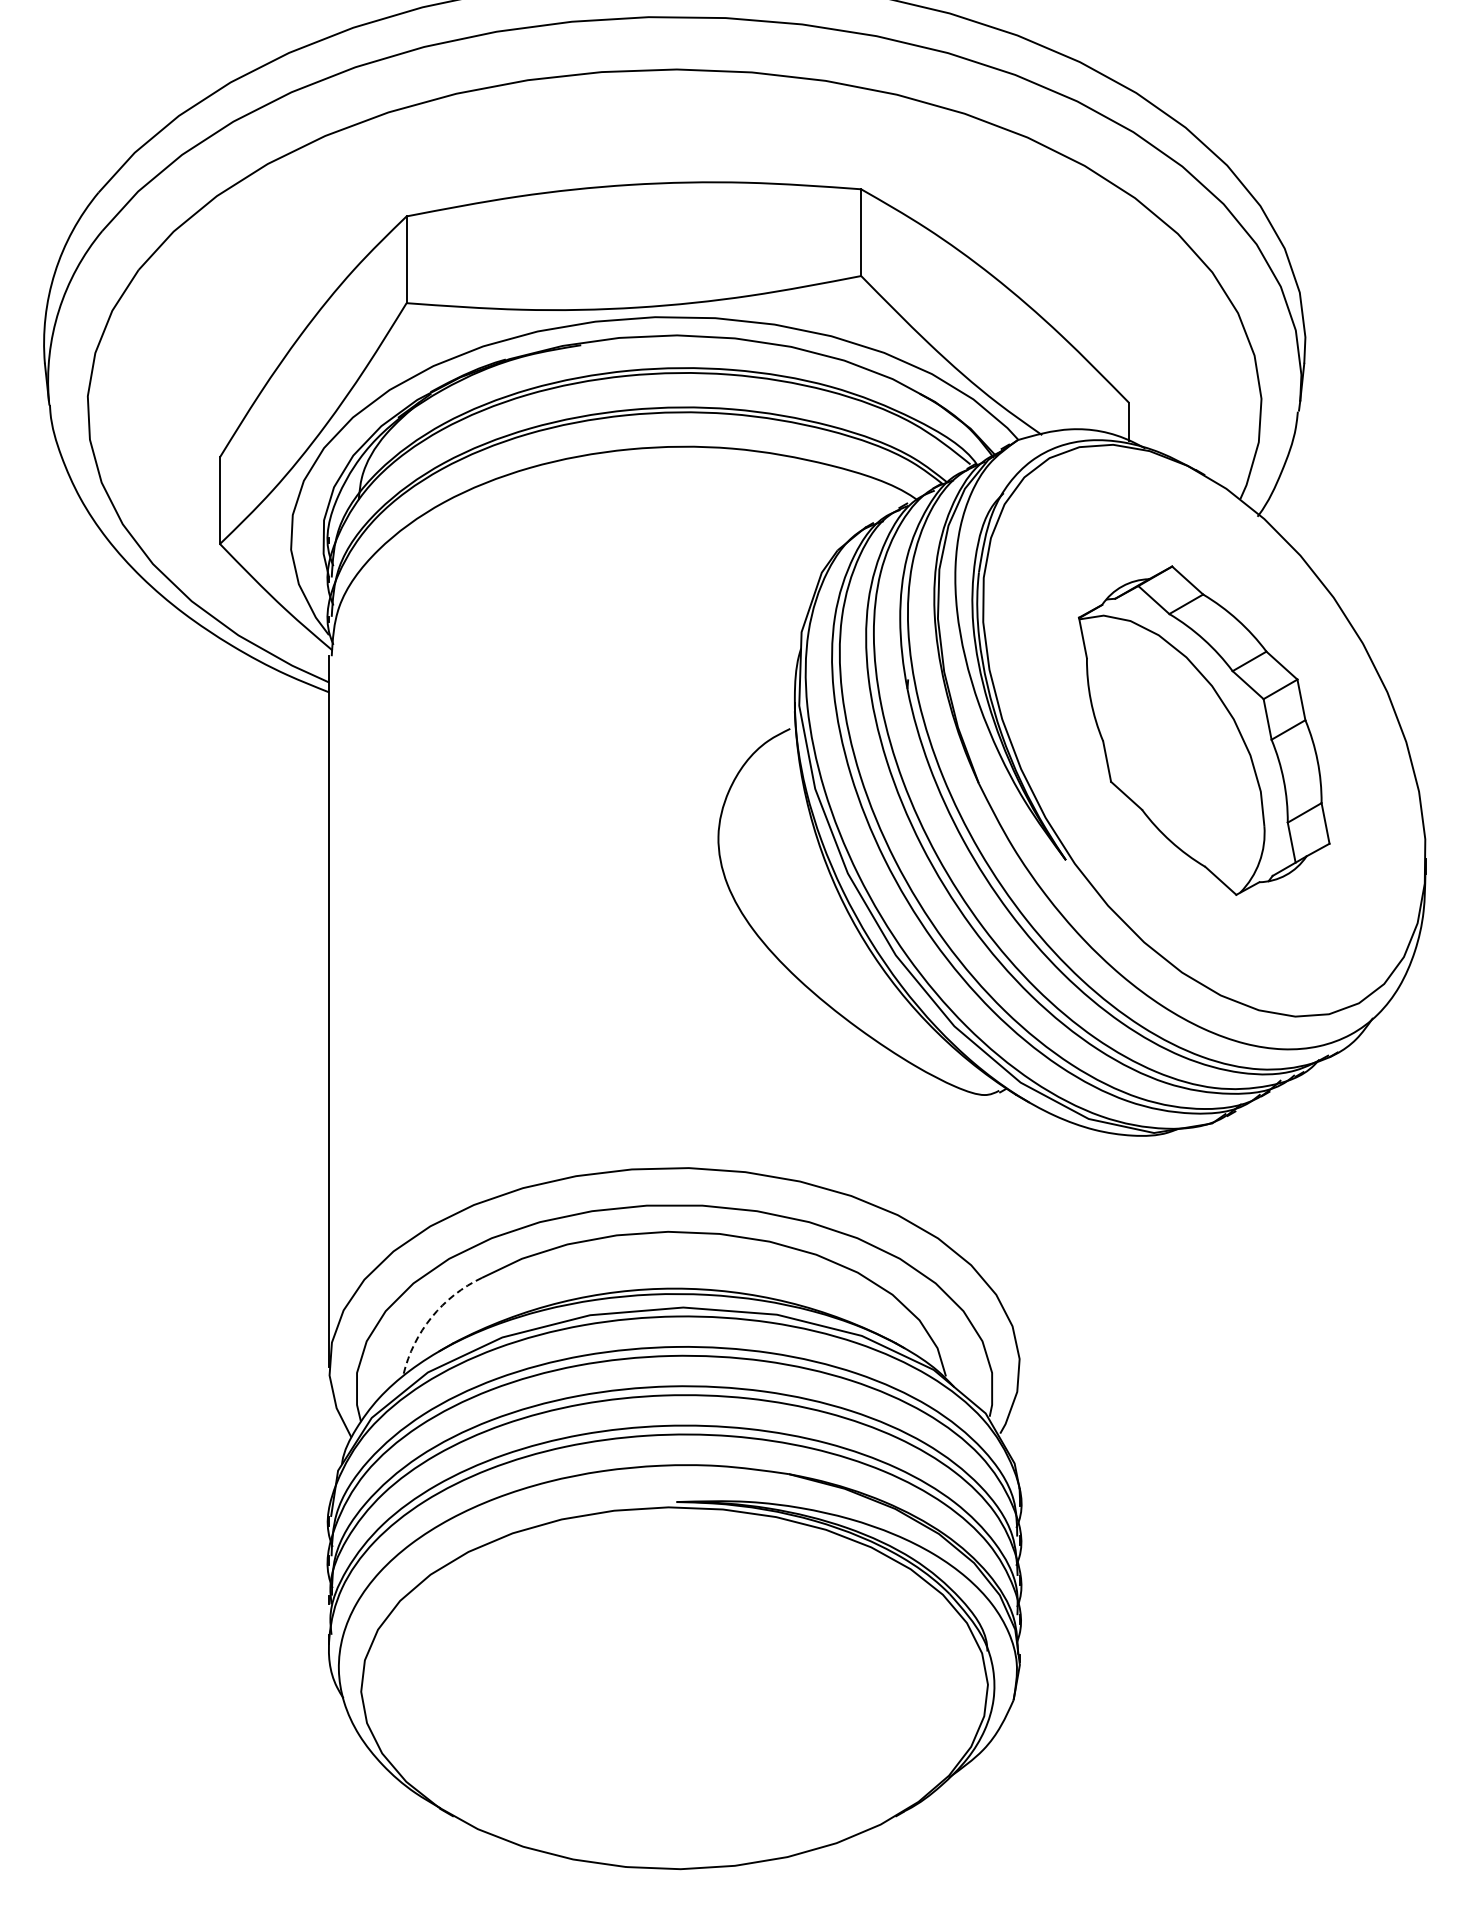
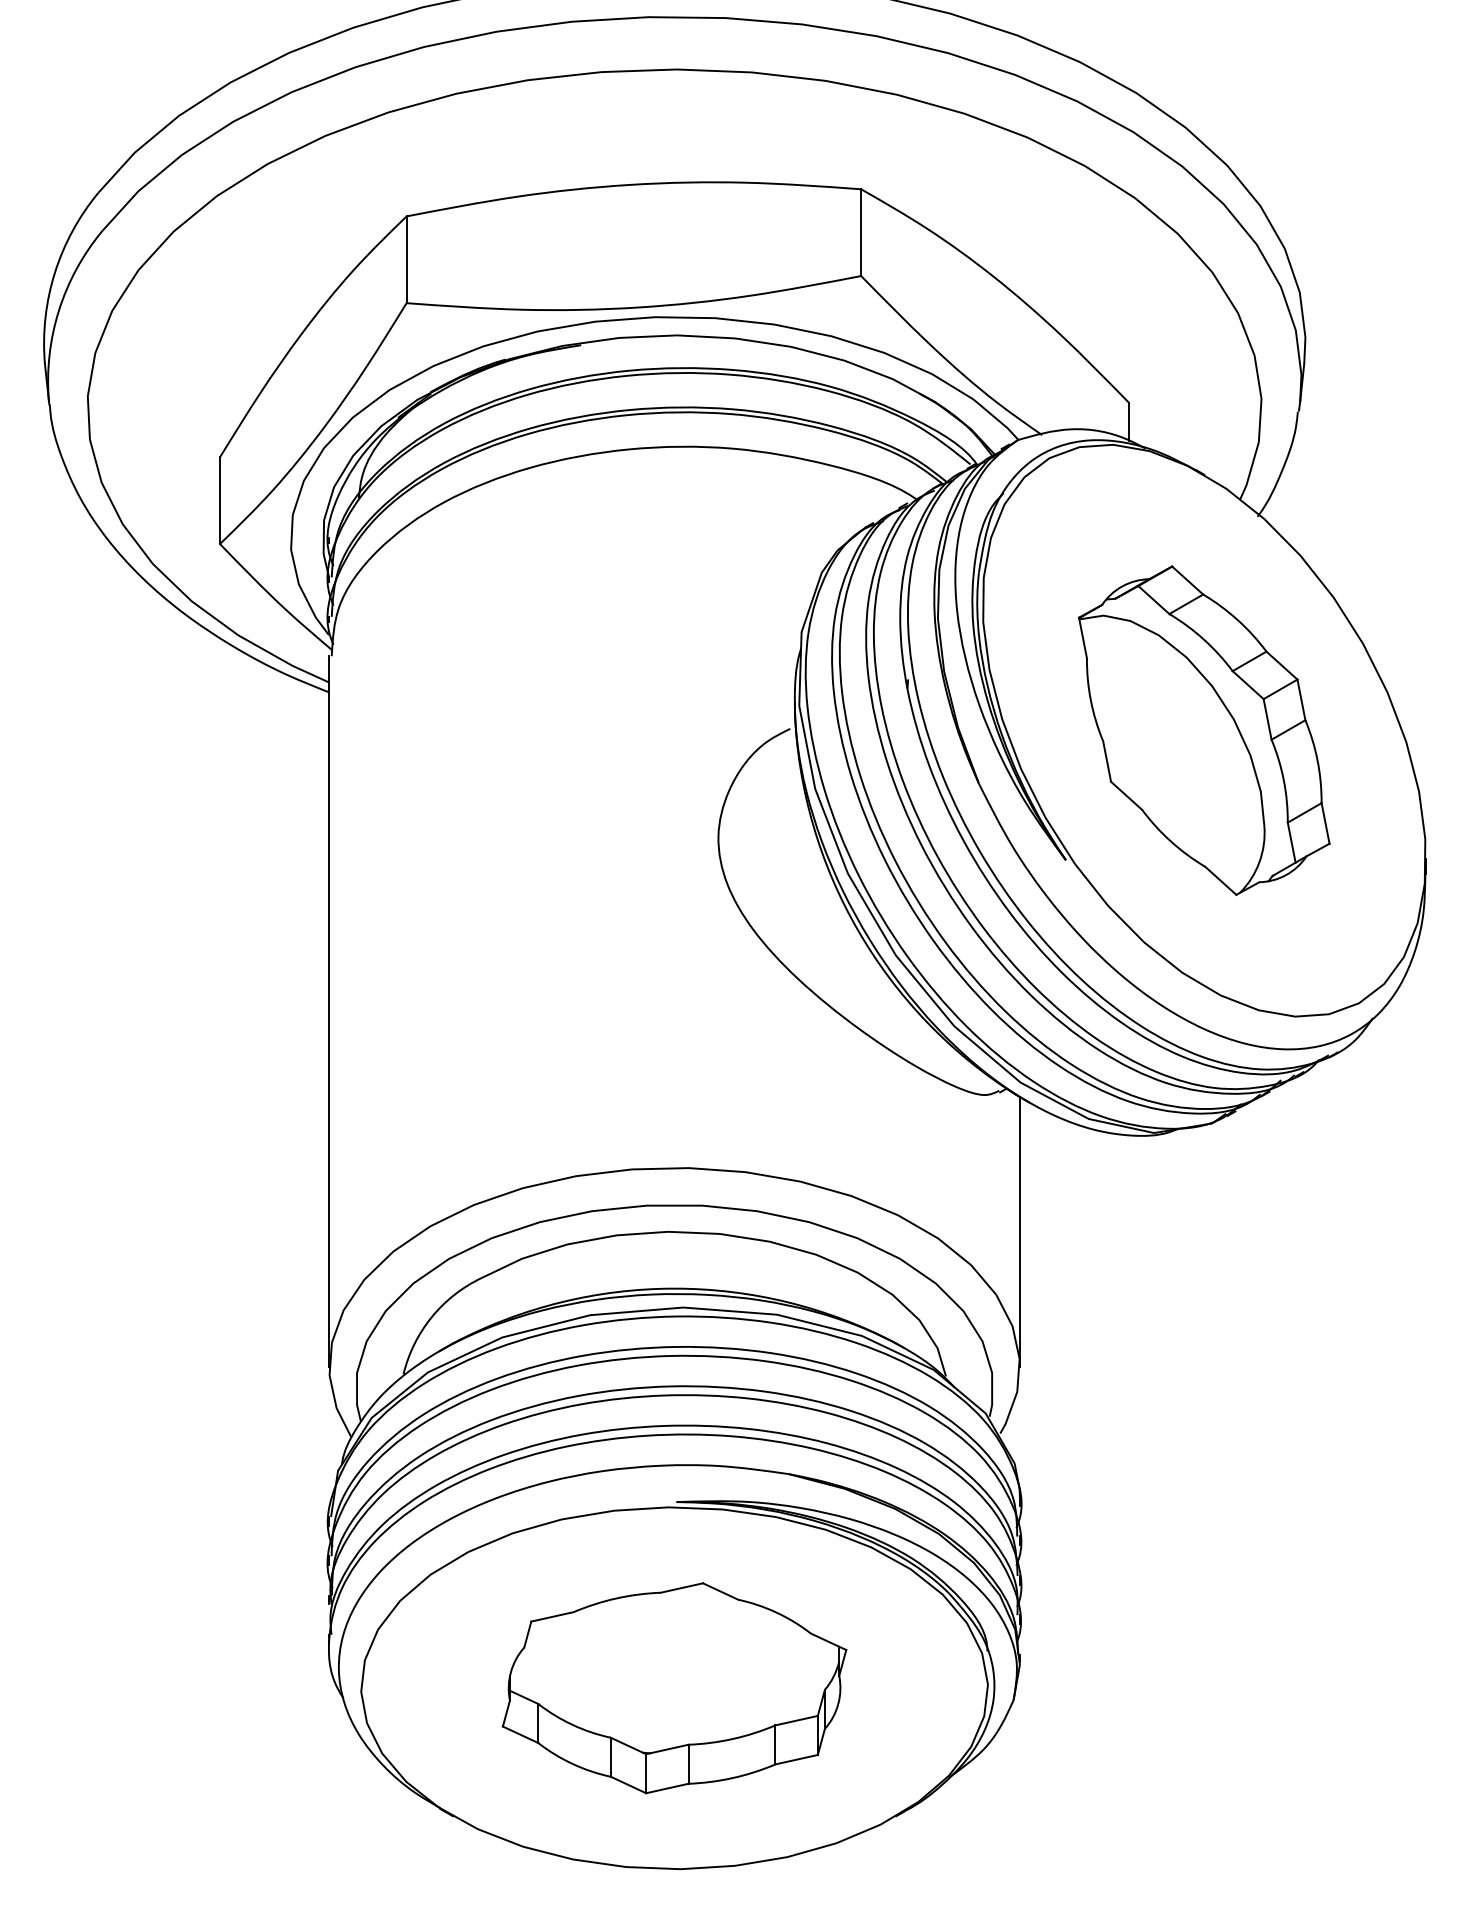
line at (1019, 1232): none -> present
arc at (431, 1317): dashed -> solid
part at (674, 1688): none -> present
